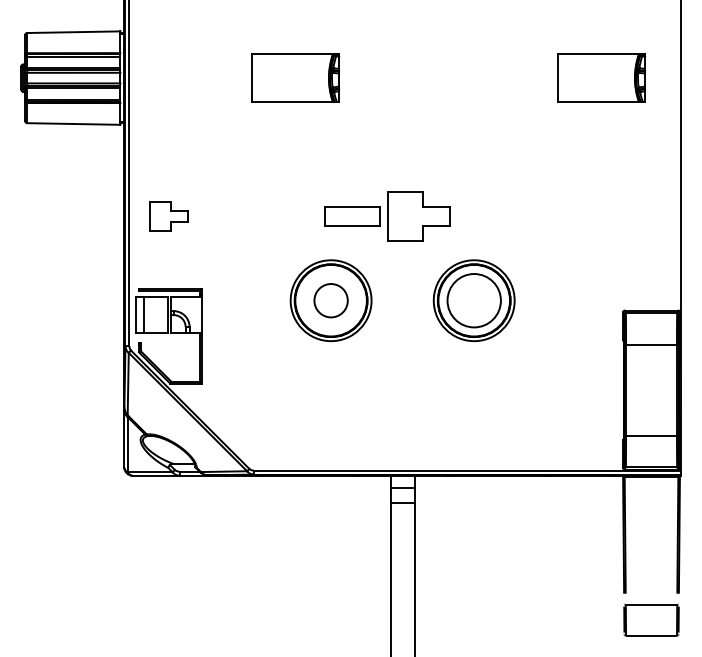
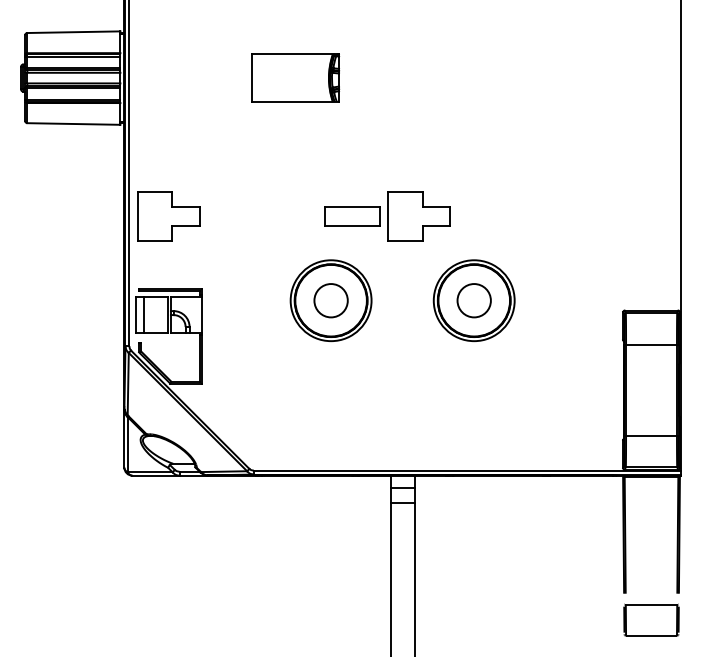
part at (601, 77): present -> none
part at (168, 216) size: 40x31 px -> 64x51 px
circle at (473, 300) diameter: 53 px -> 33 px
